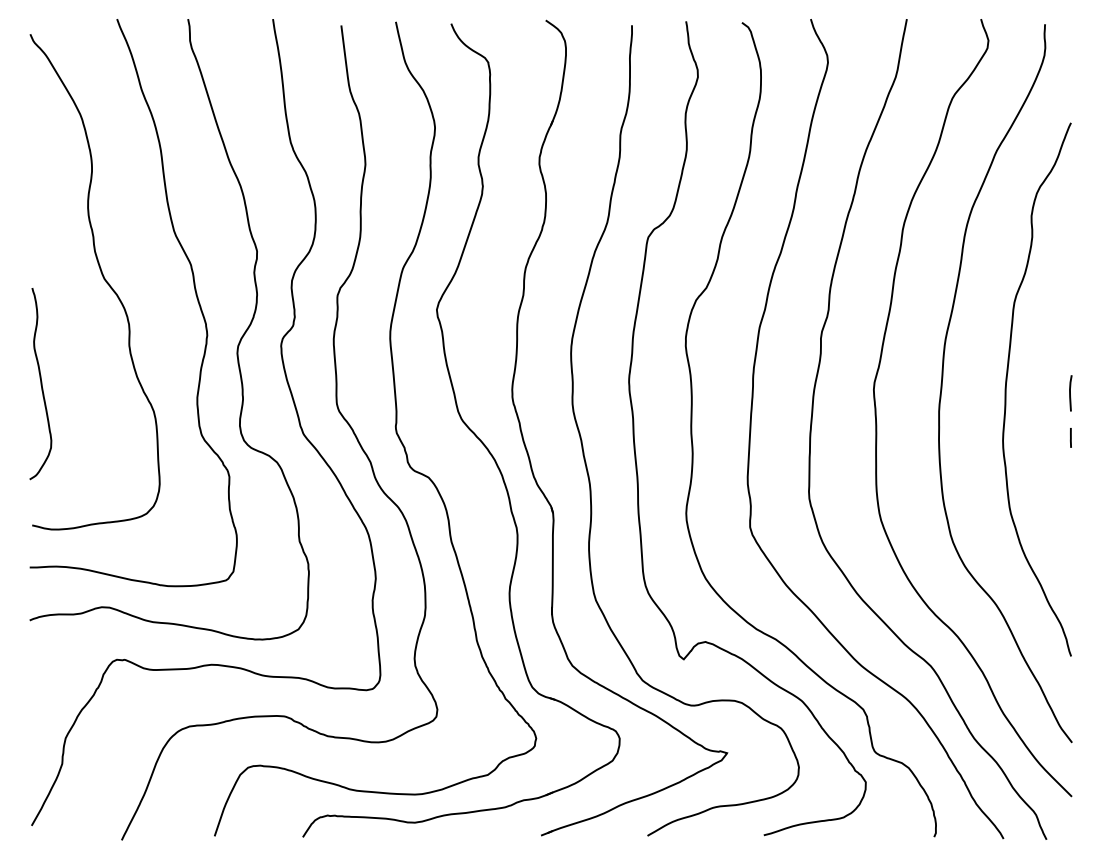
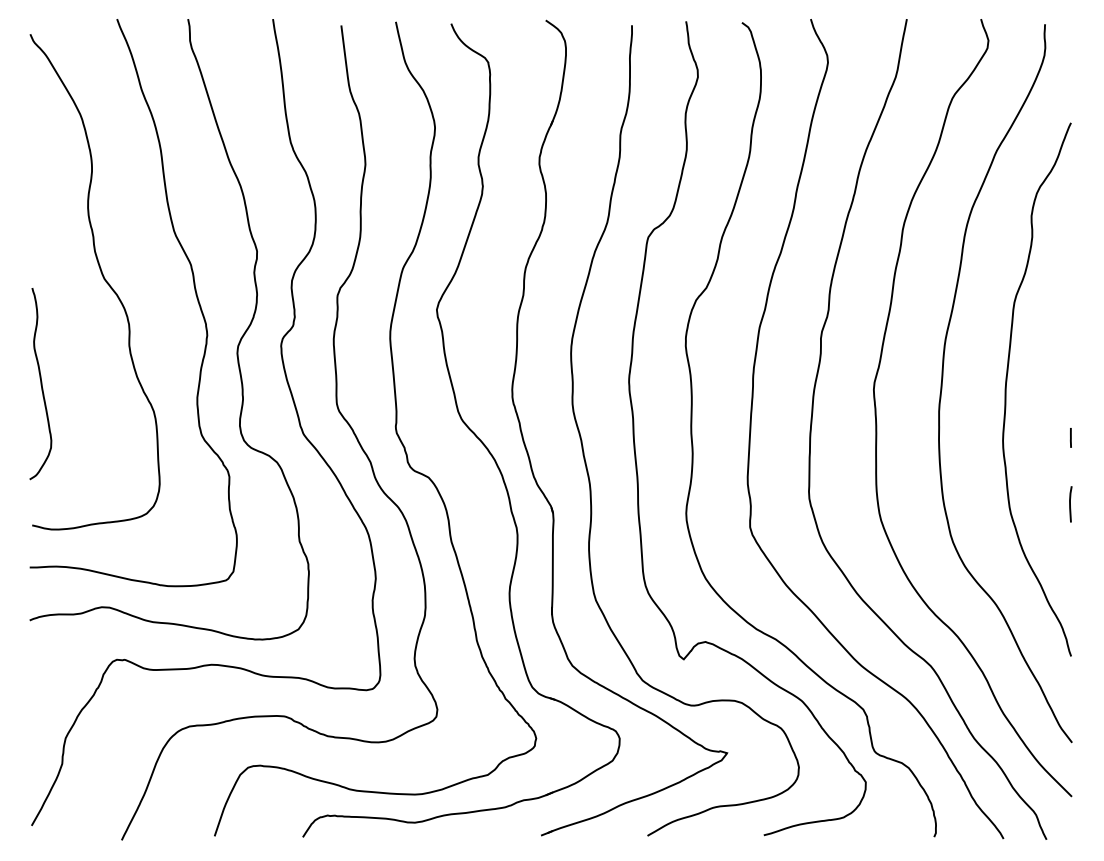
line at (1070, 393) position: (1070, 393) -> (1070, 504)
